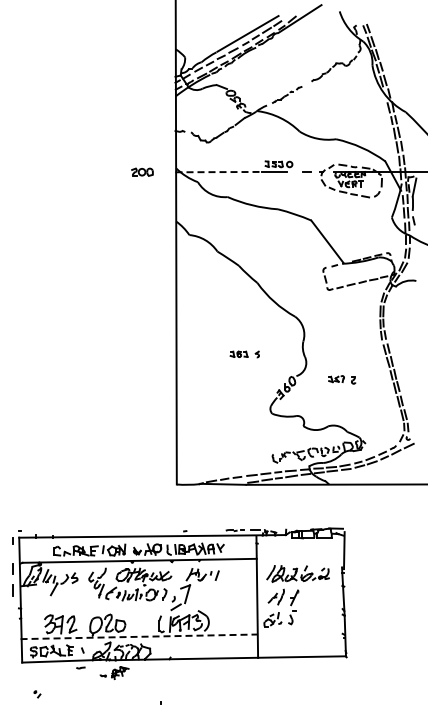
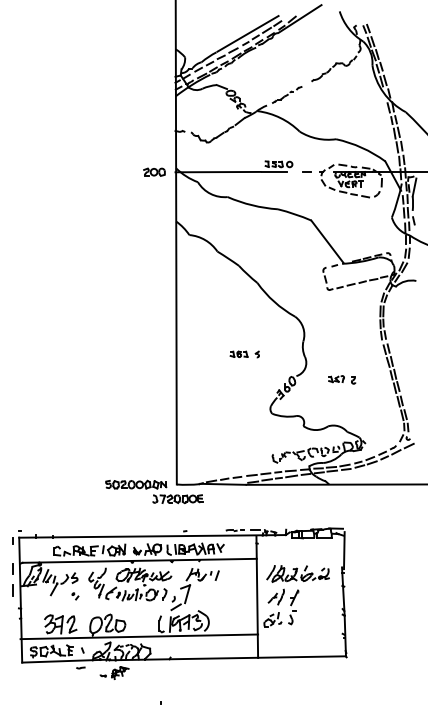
part at (142, 171) position: (142, 171) -> (154, 171)
line at (218, 172): dashed -> solid
part at (154, 491): none -> present
line at (139, 636): dashed -> solid
part at (37, 694) position: (37, 694) -> (75, 596)
